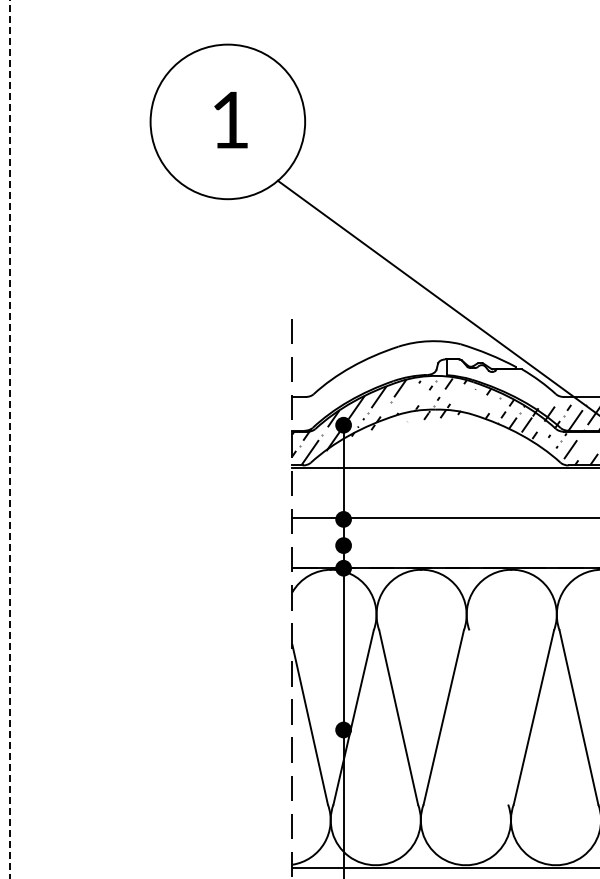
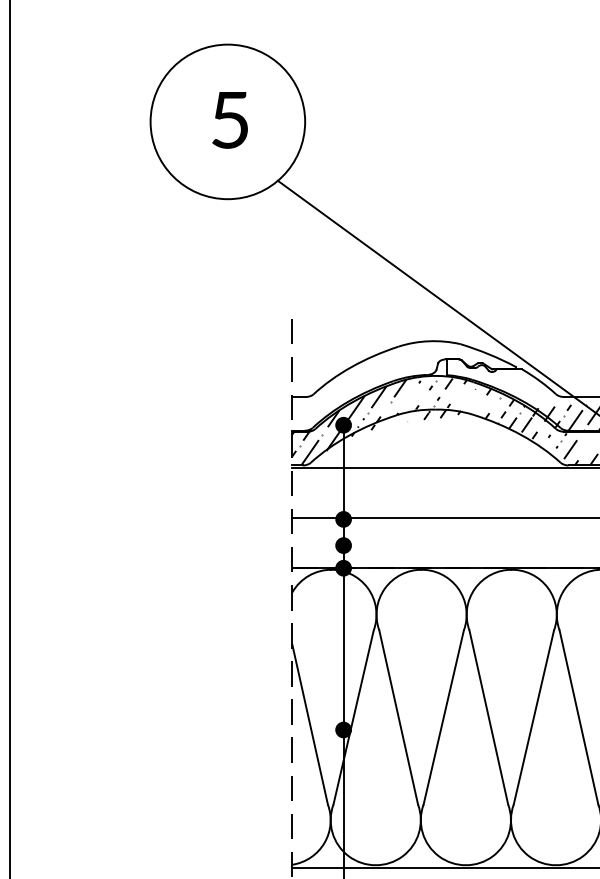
text at (229, 119): 1 -> 5
line at (9, 439): dashed -> solid
line at (488, 717): none -> present
